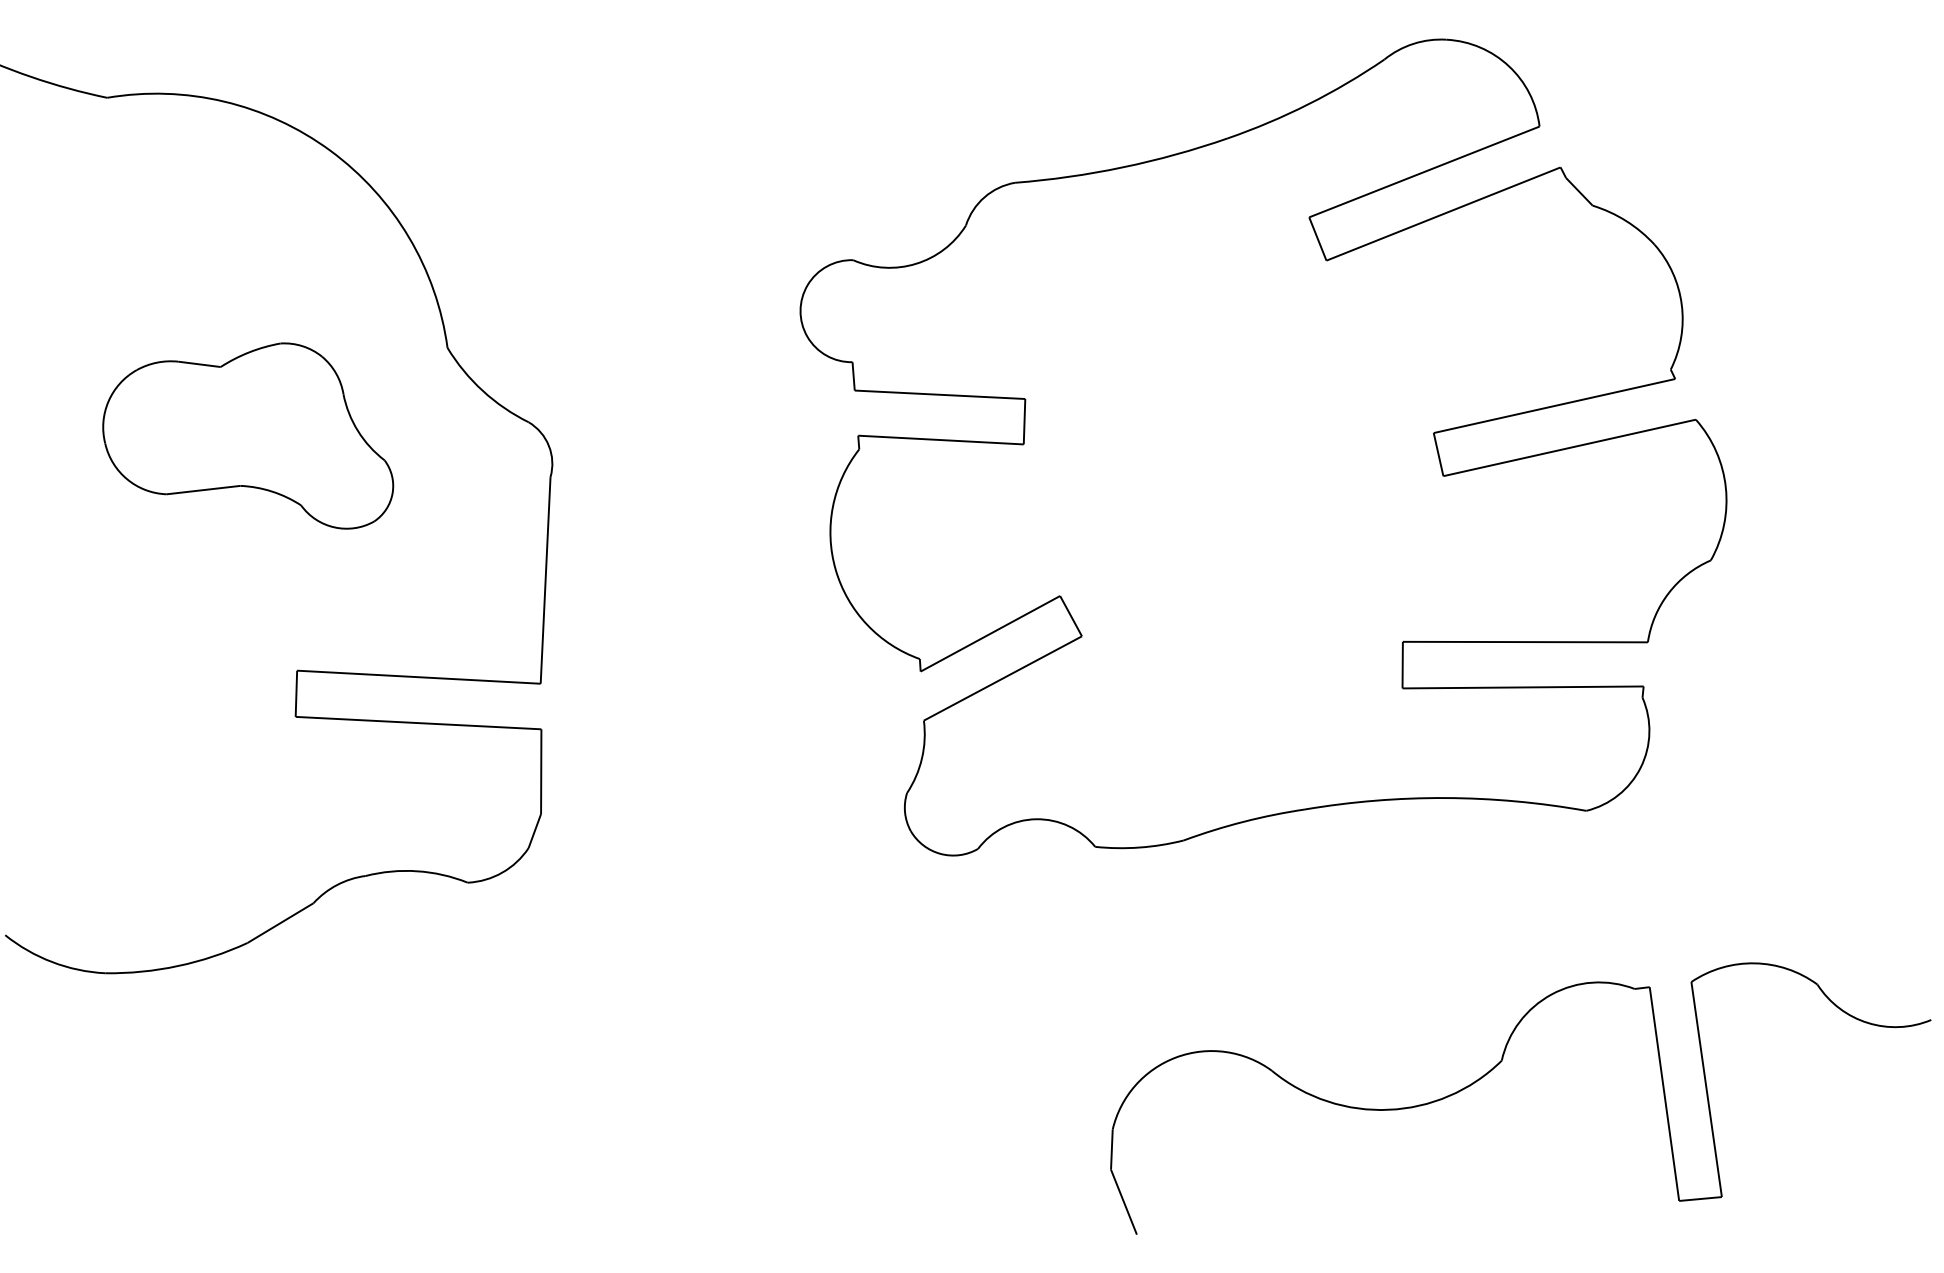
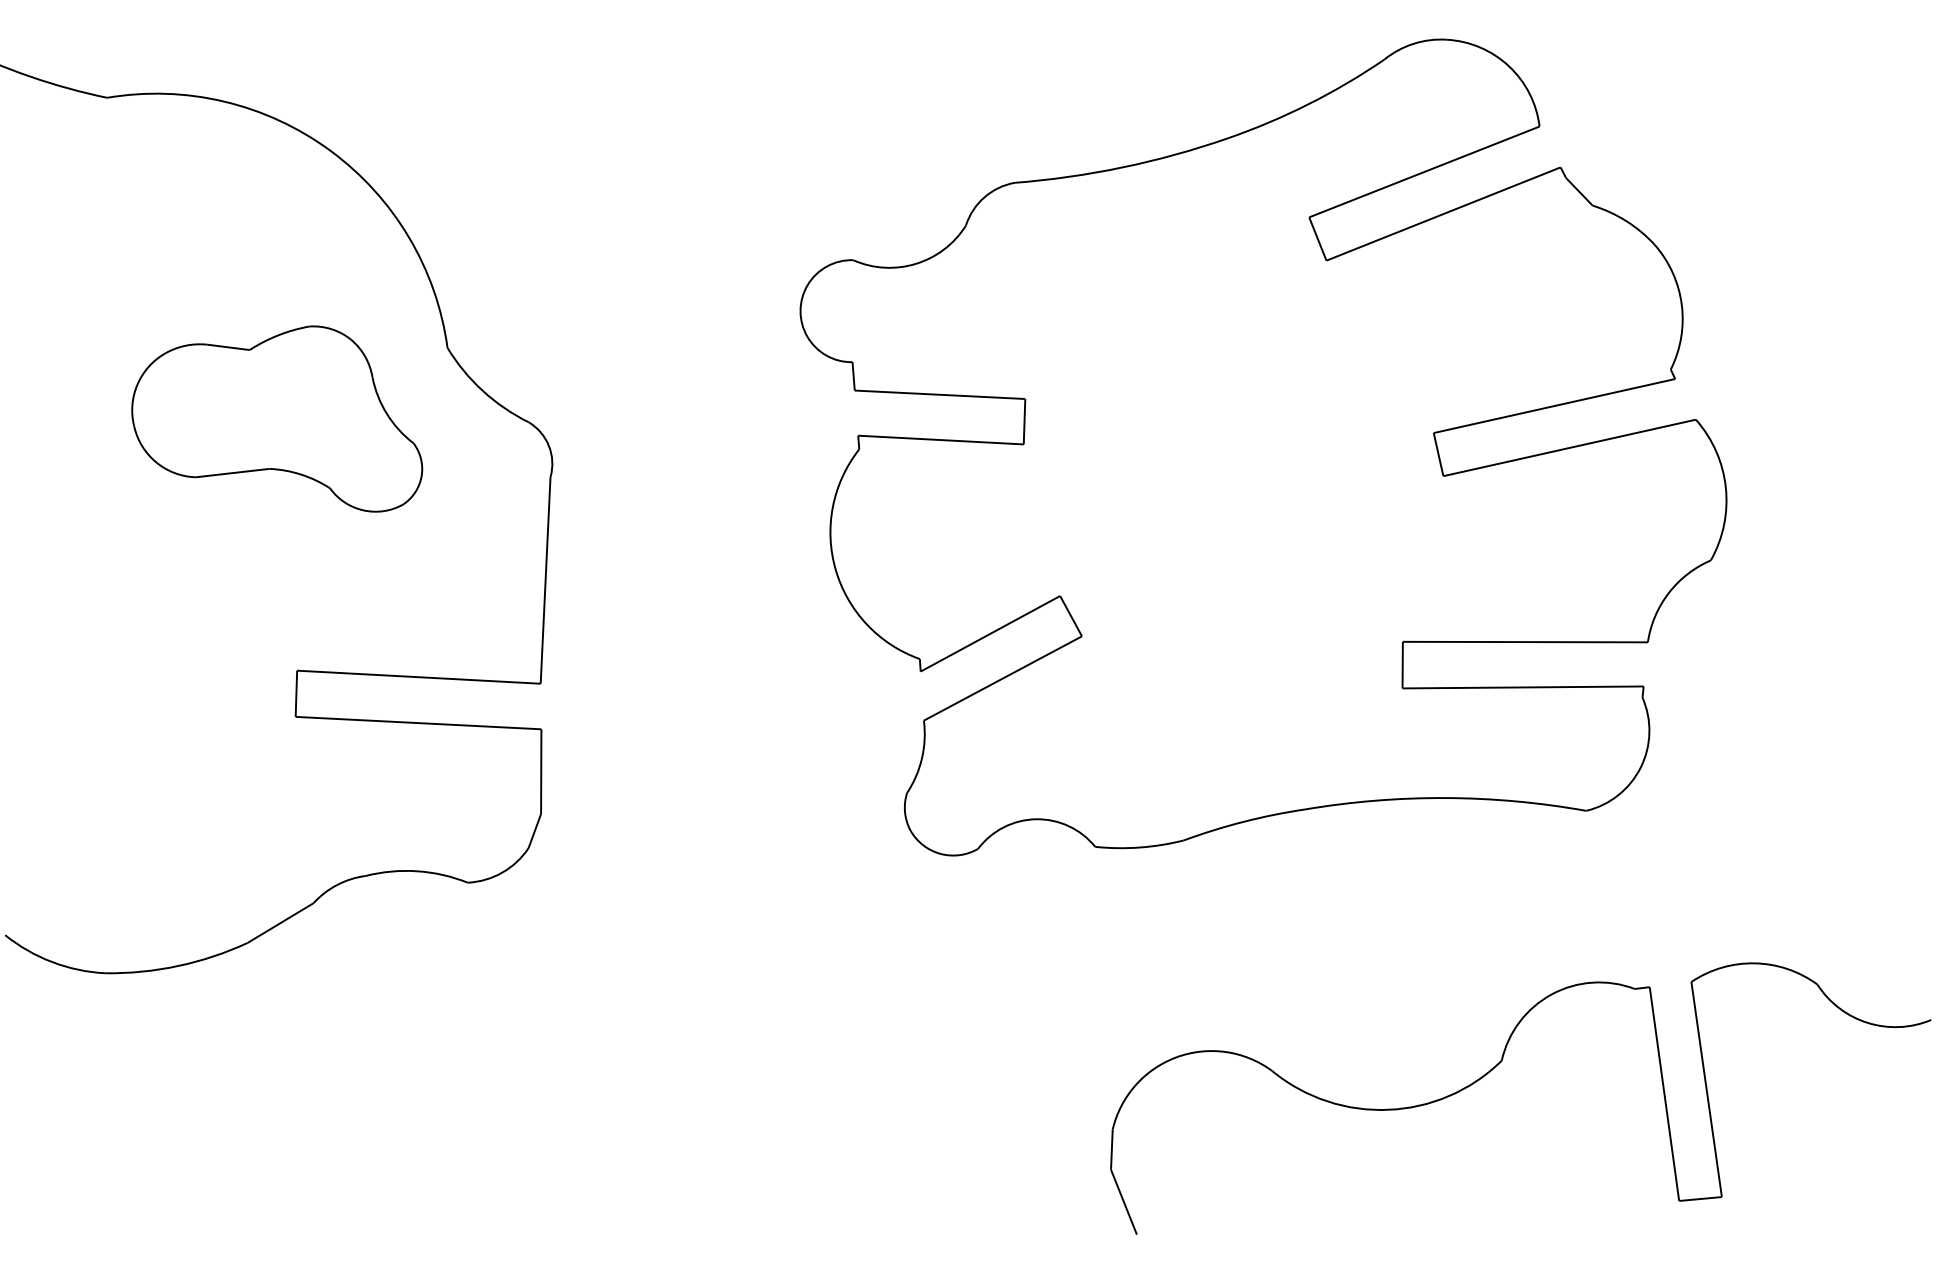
part at (248, 435) position: (248, 435) -> (277, 418)
